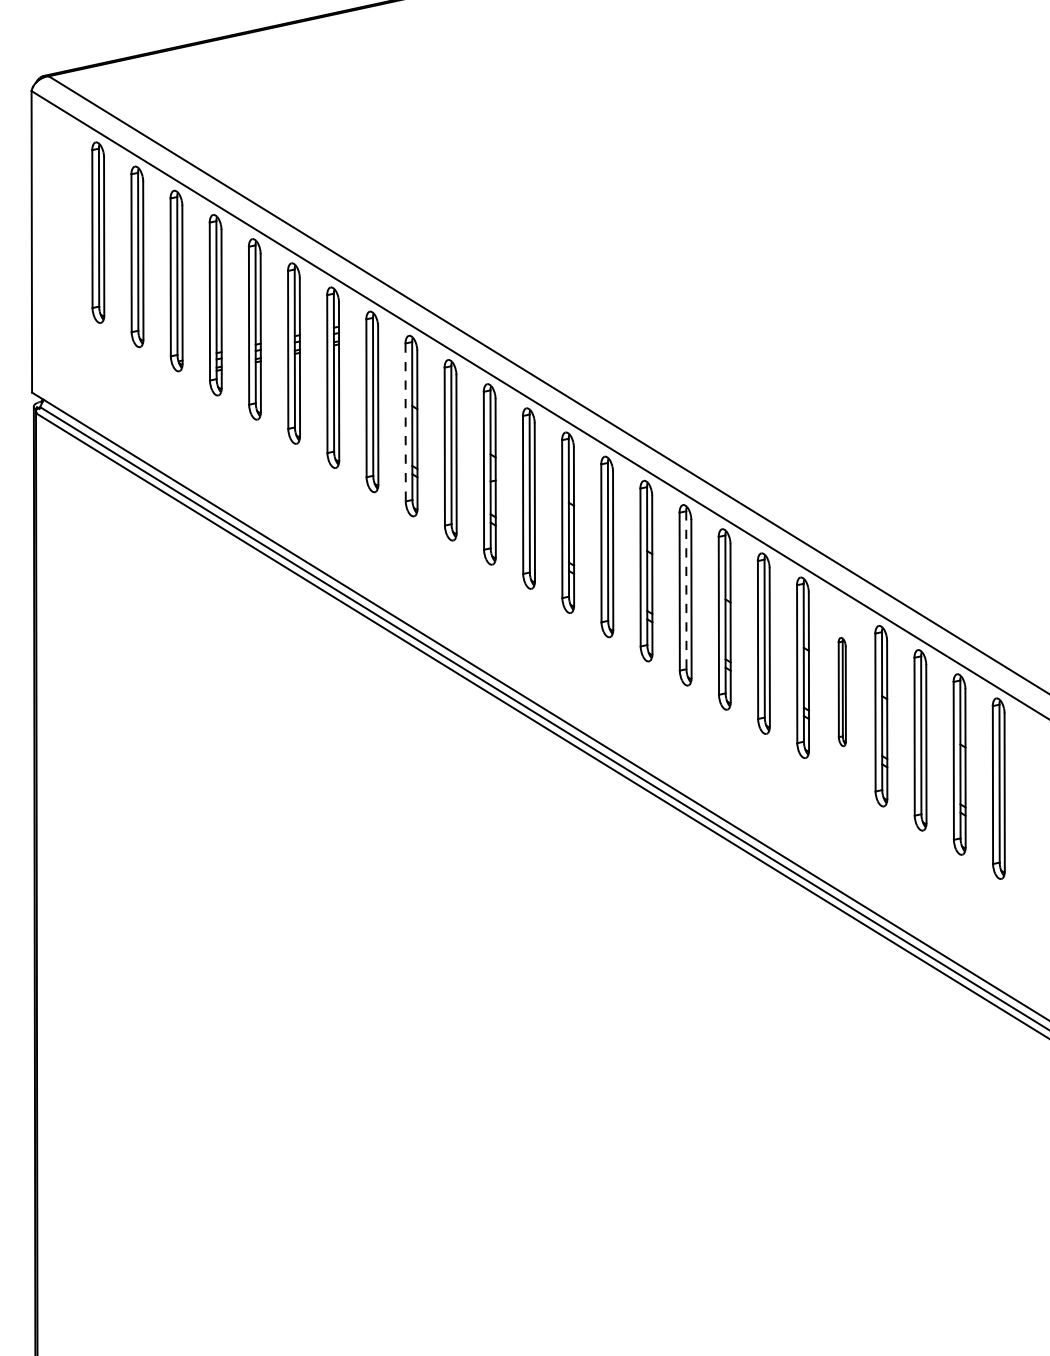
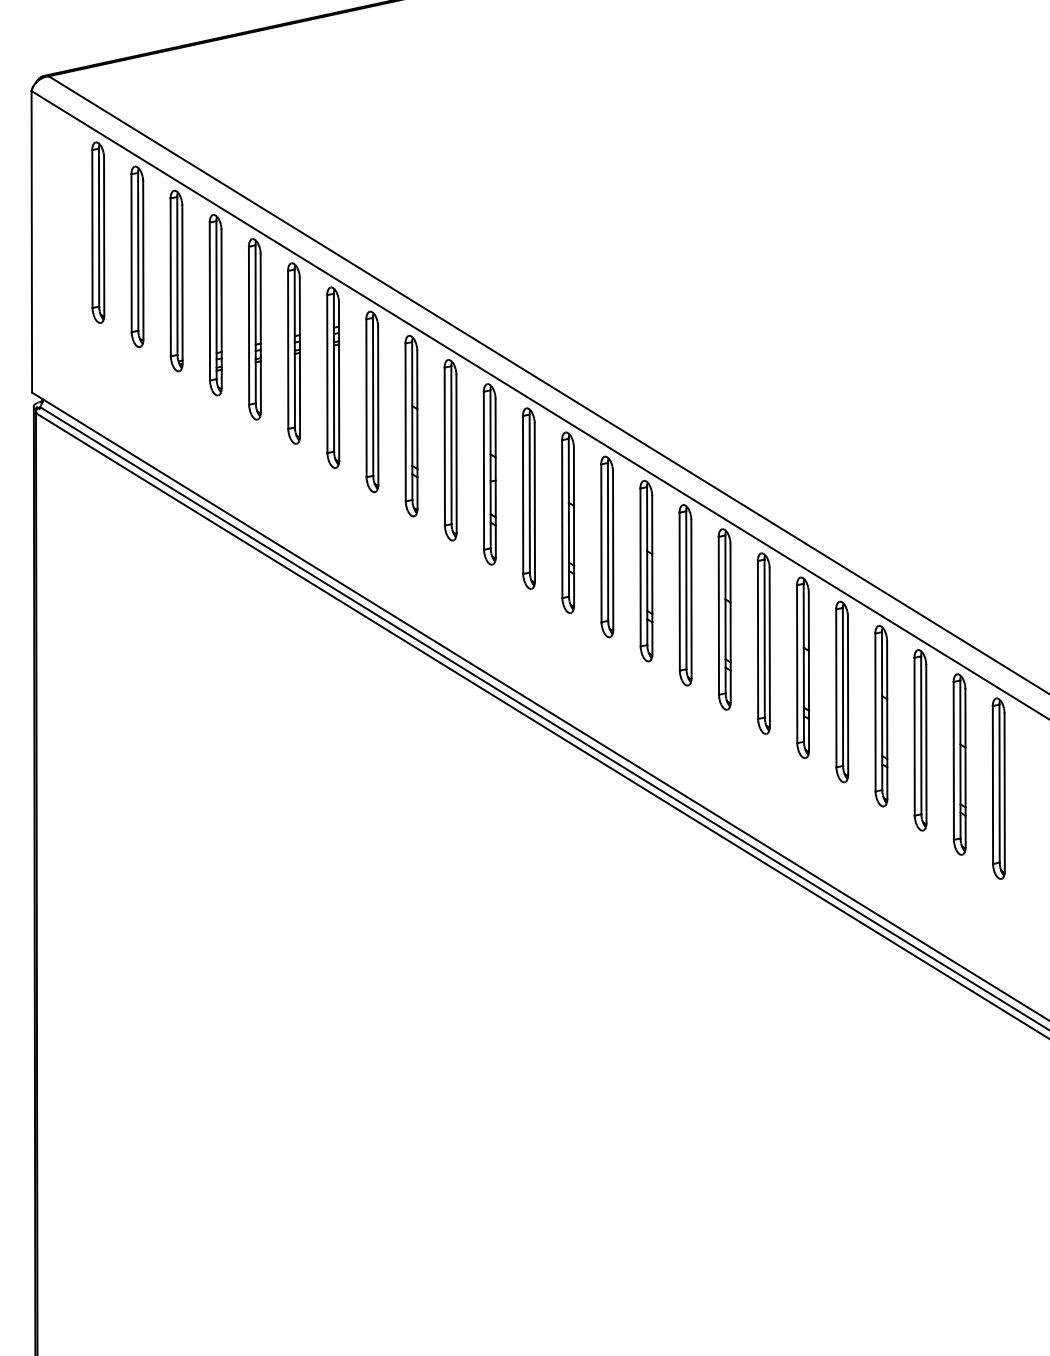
line at (405, 422): dashed -> solid
line at (686, 590): dashed -> solid
part at (841, 691) size: 10x112 px -> 15x184 px
